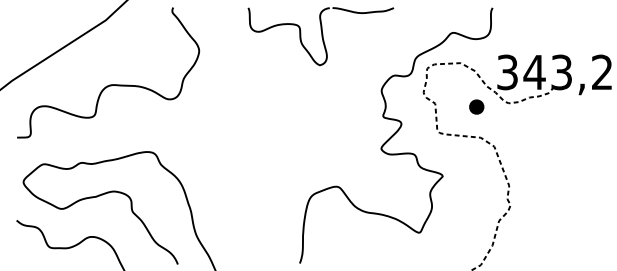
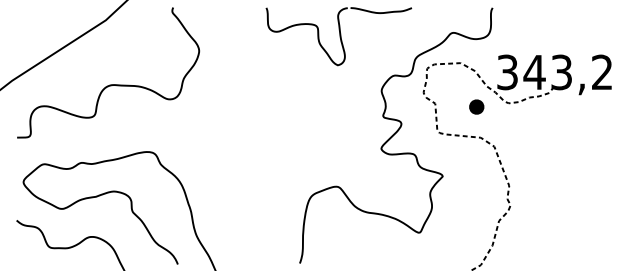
part at (320, 36) position: (320, 36) -> (338, 36)
